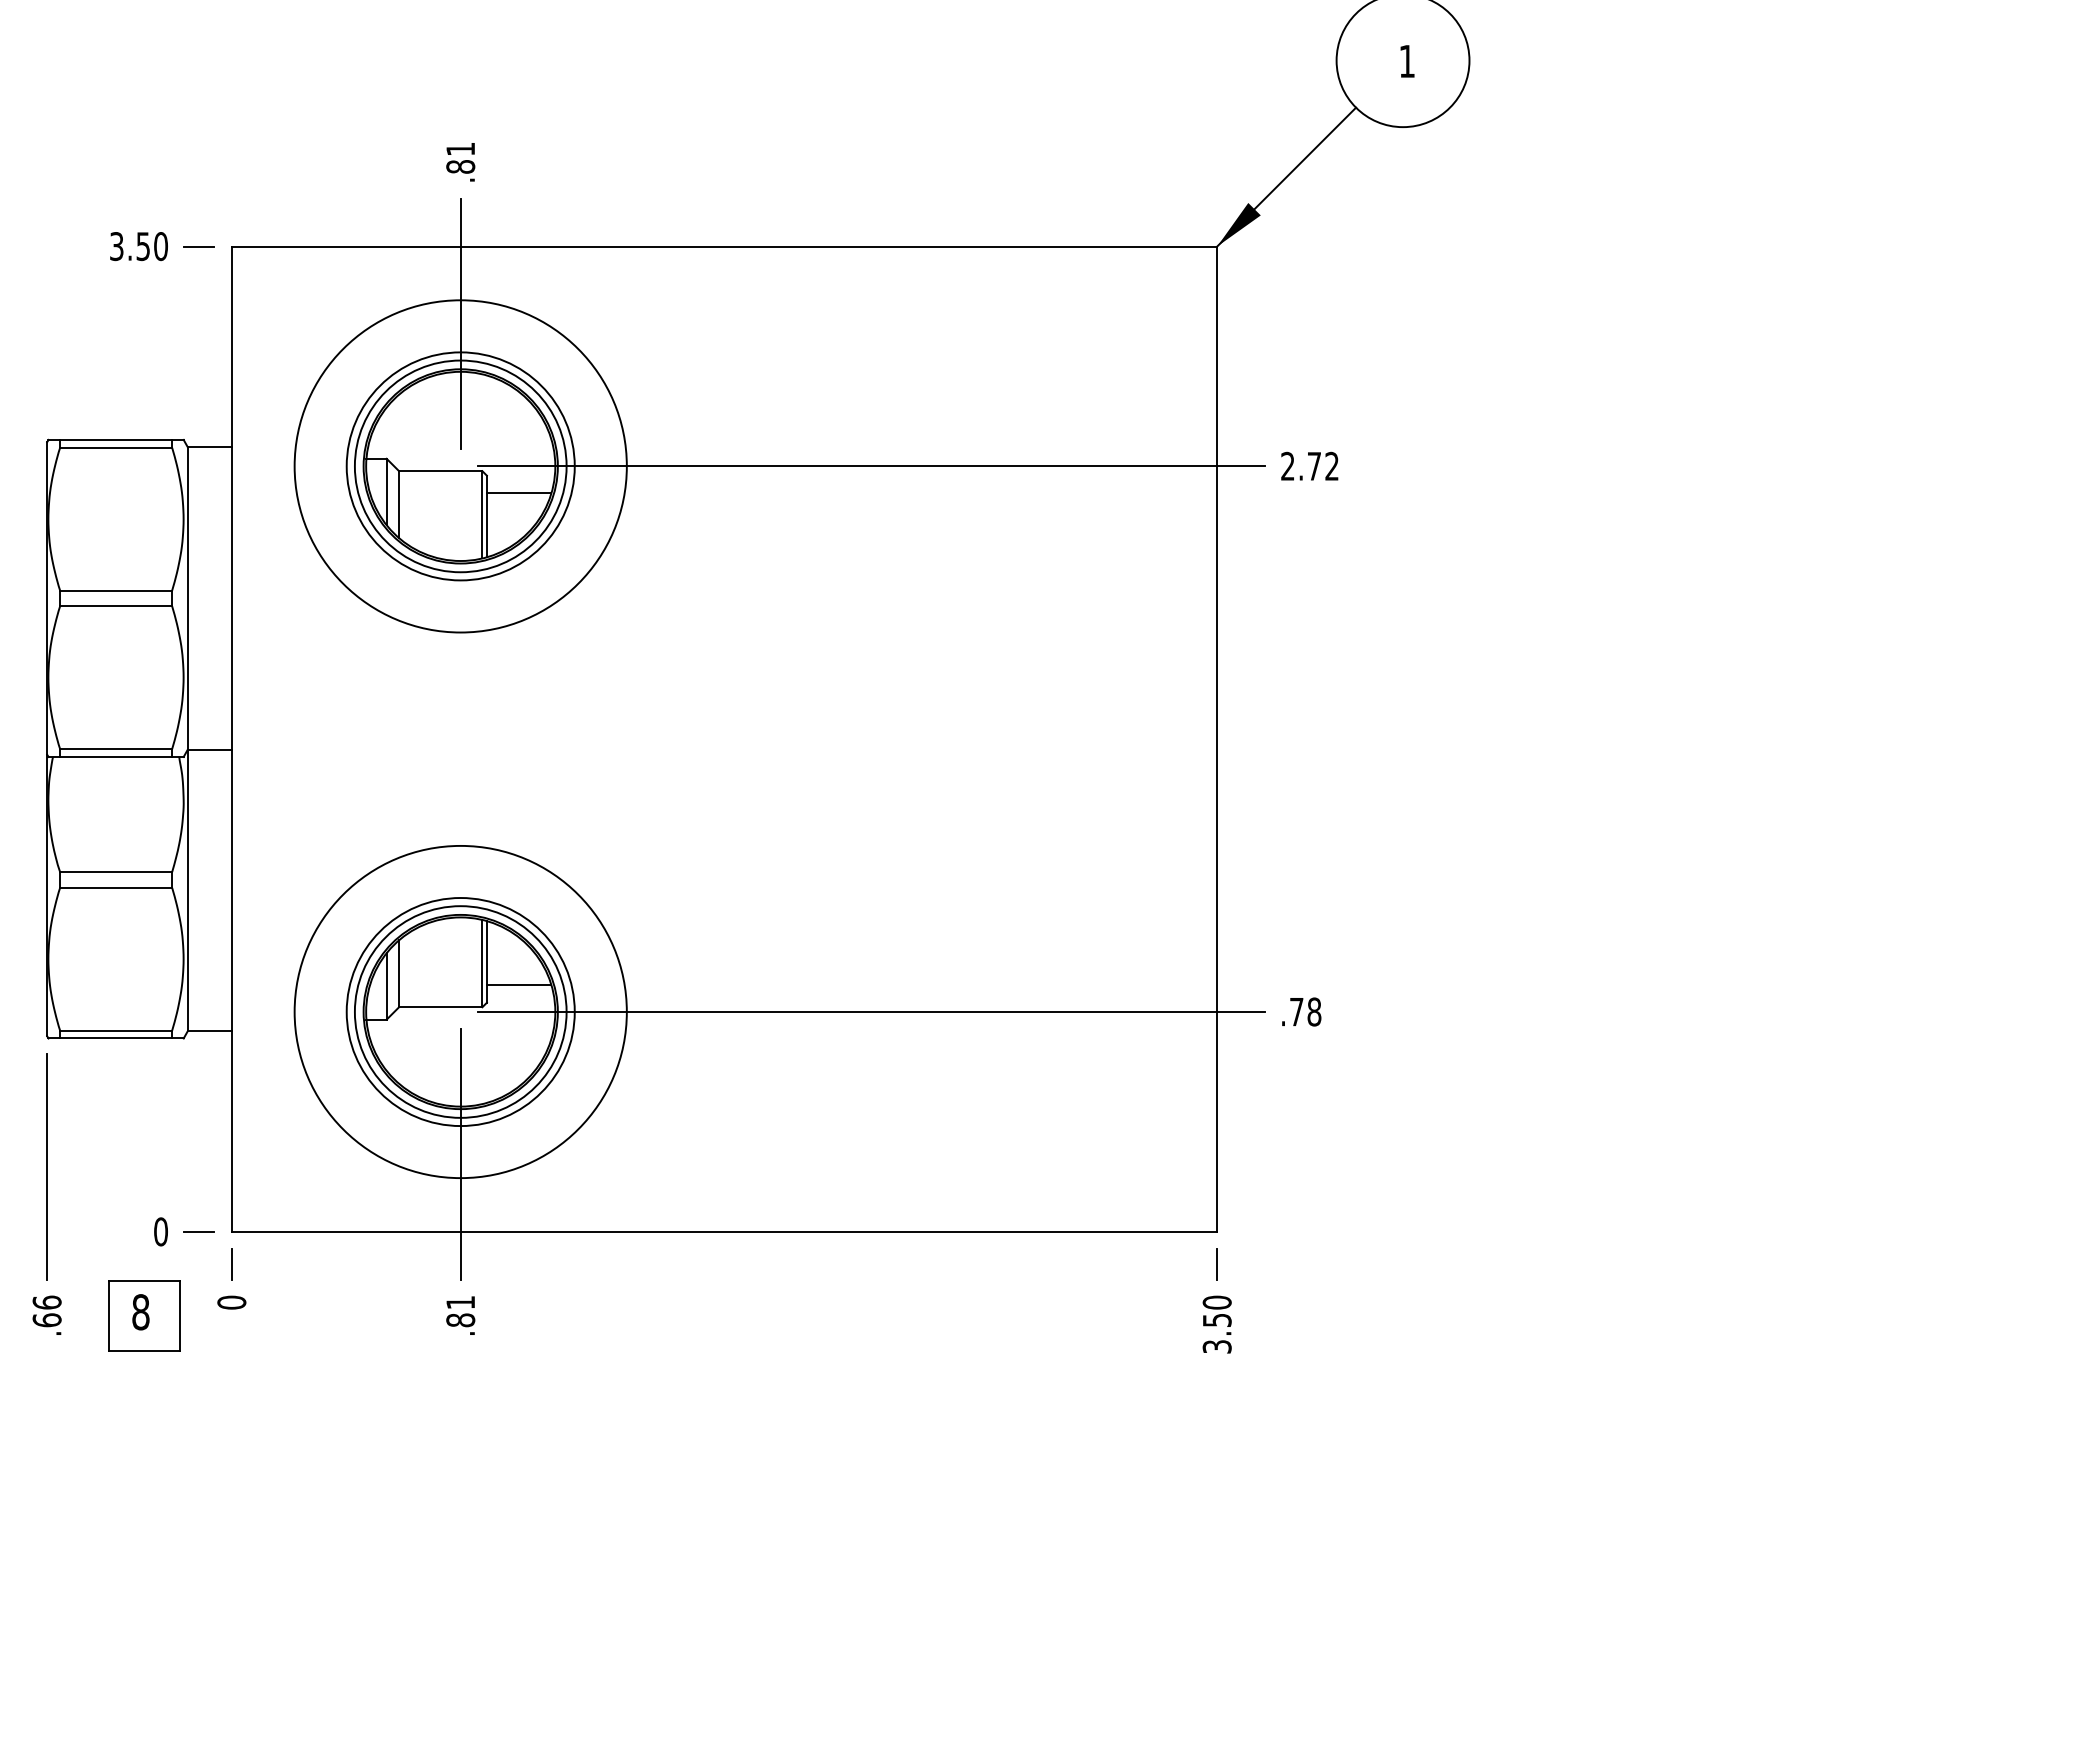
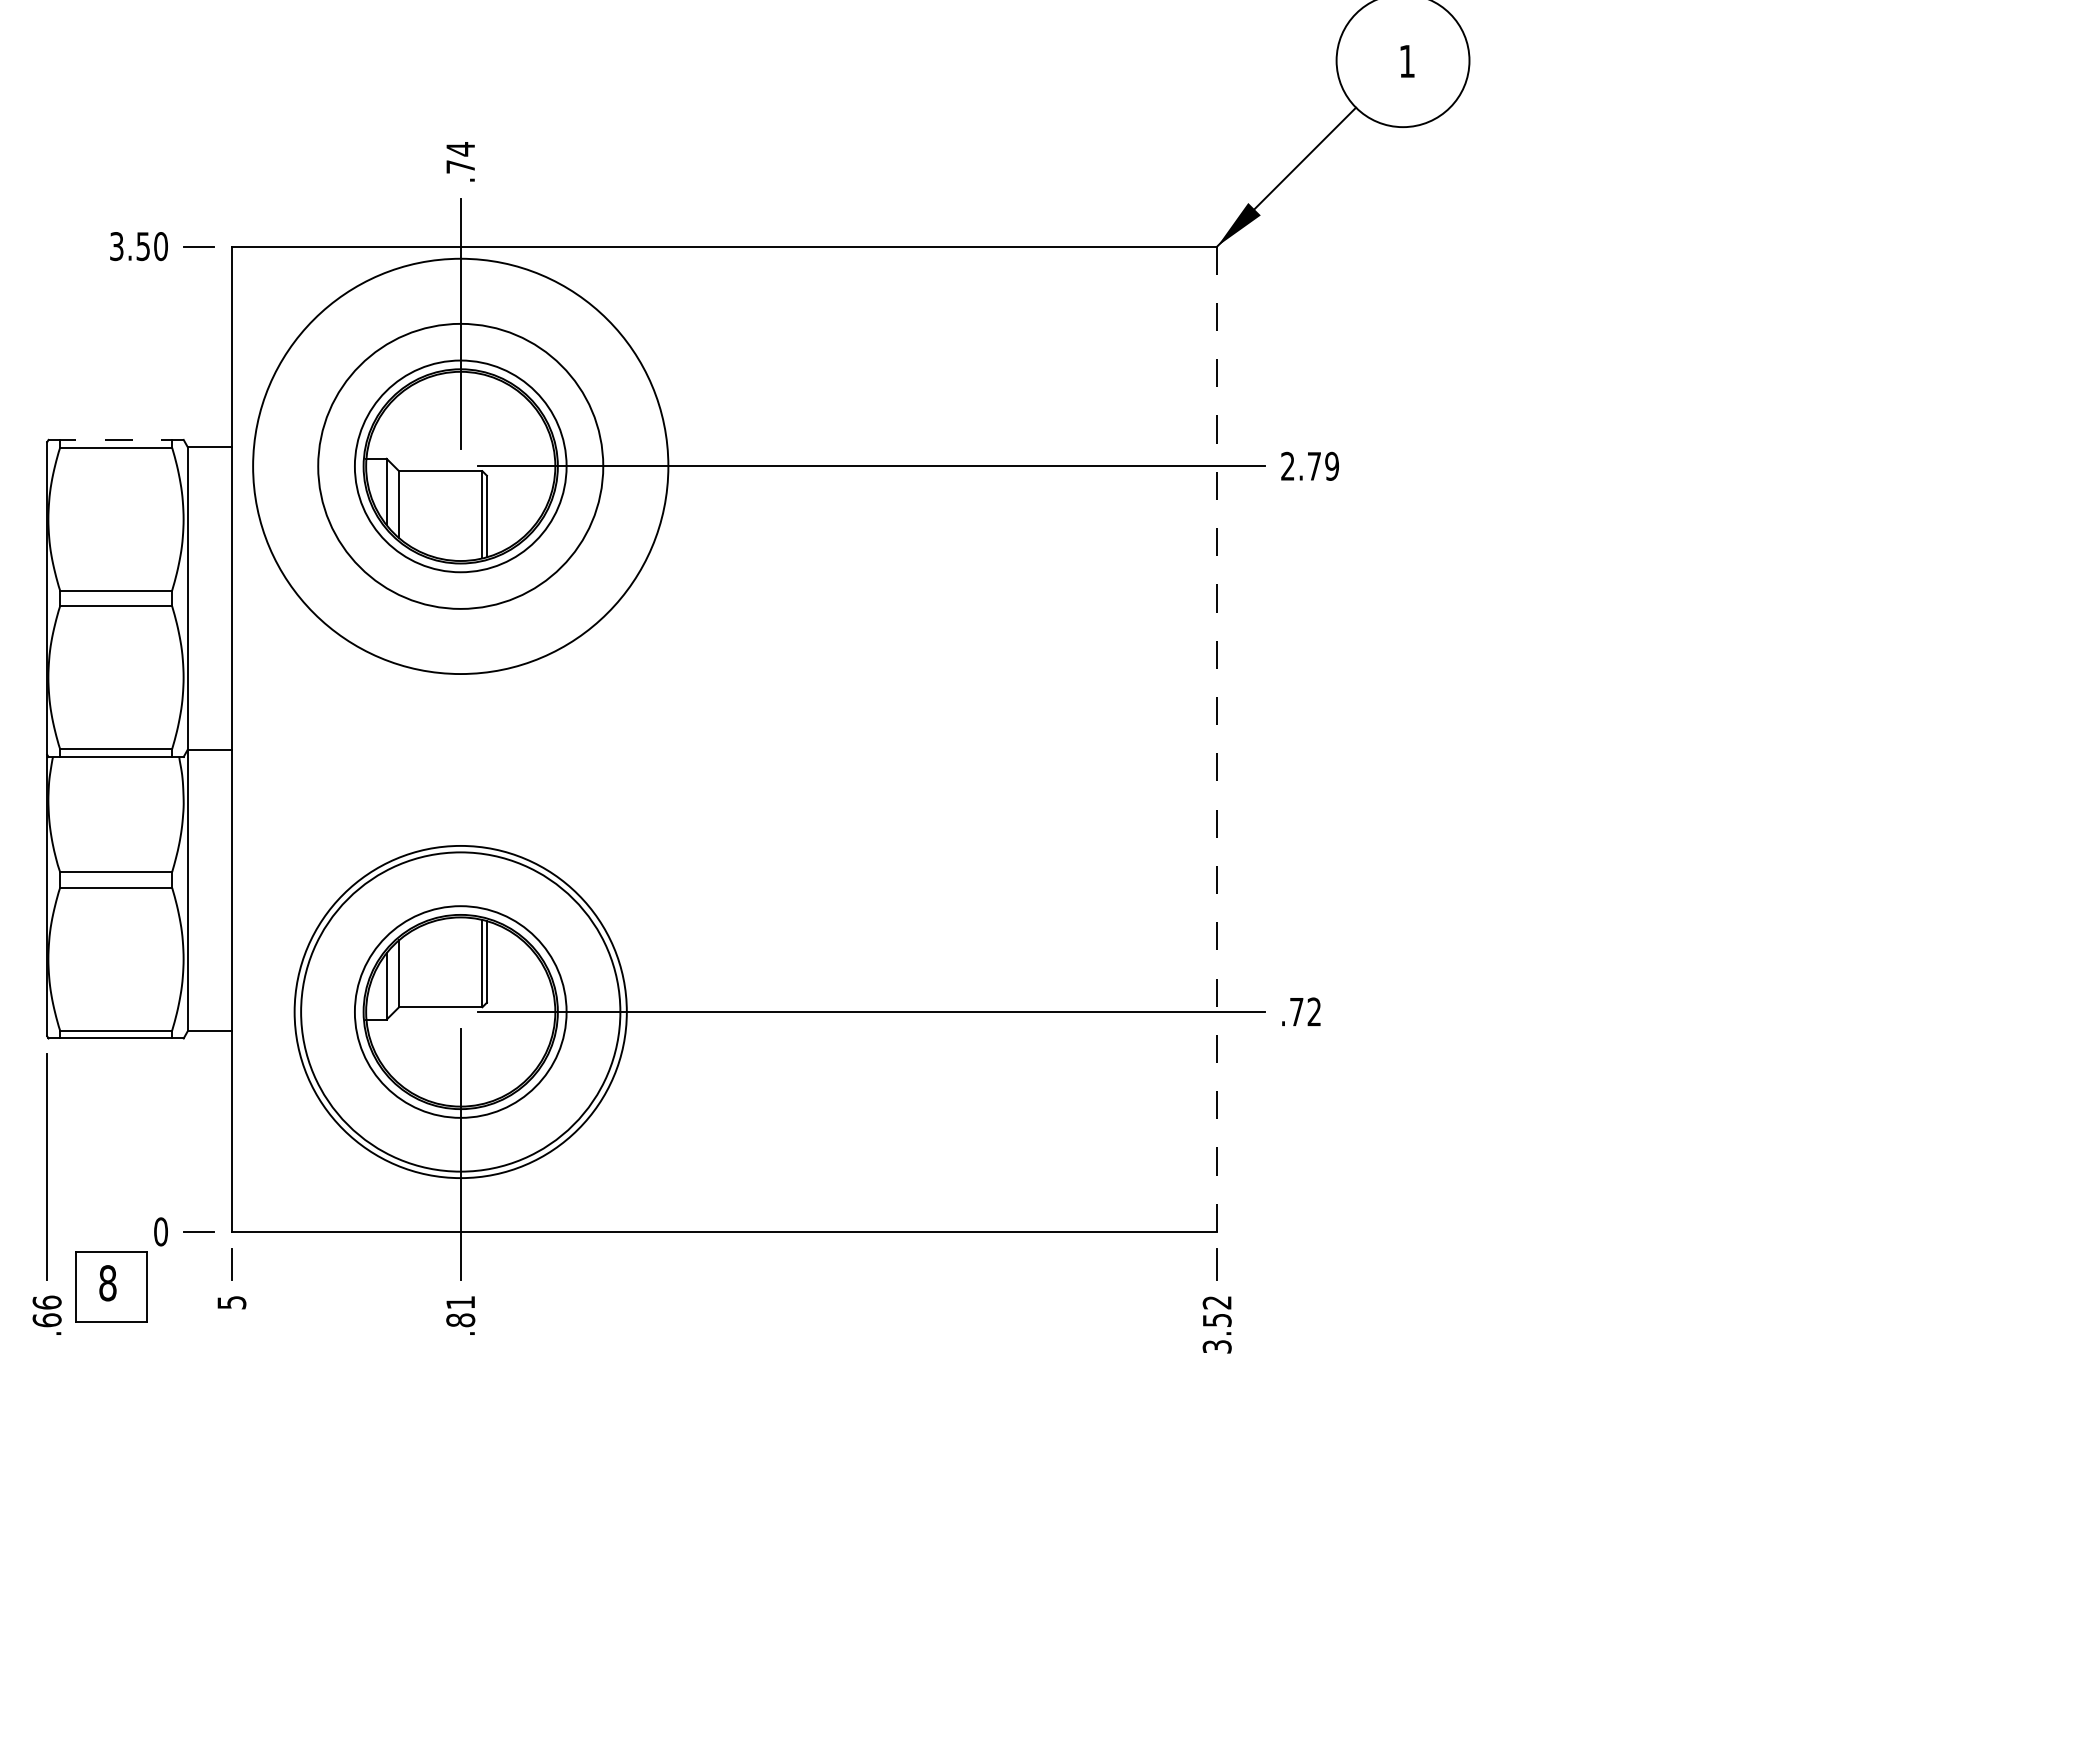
text at (460, 157): .81 -> .74
line at (116, 440): solid -> dashed
circle at (460, 466) diameter: 228 px -> 285 px
circle at (460, 466) diameter: 332 px -> 415 px
text at (1331, 466): 2.72 -> 2.79
line at (518, 493): present -> none
line at (1217, 739): solid -> dashed
line at (518, 985): present -> none
text at (1314, 1011): .78 -> .72
circle at (460, 1012) diameter: 228 px -> 319 px
text at (231, 1302): 0 -> 5
text at (1216, 1302): 3.50 -> 3.52
part at (144, 1315) position: (144, 1315) -> (111, 1286)
